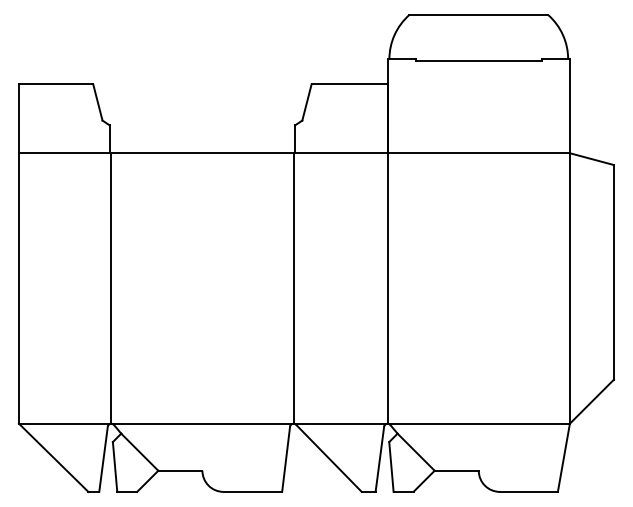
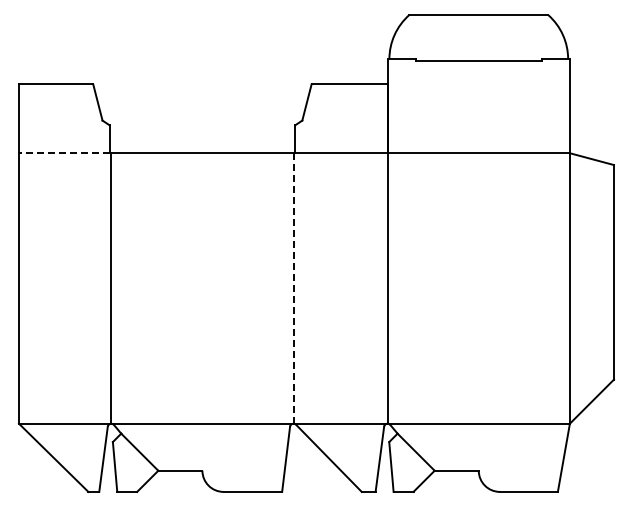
line at (63, 153): solid -> dashed
line at (293, 287): solid -> dashed
